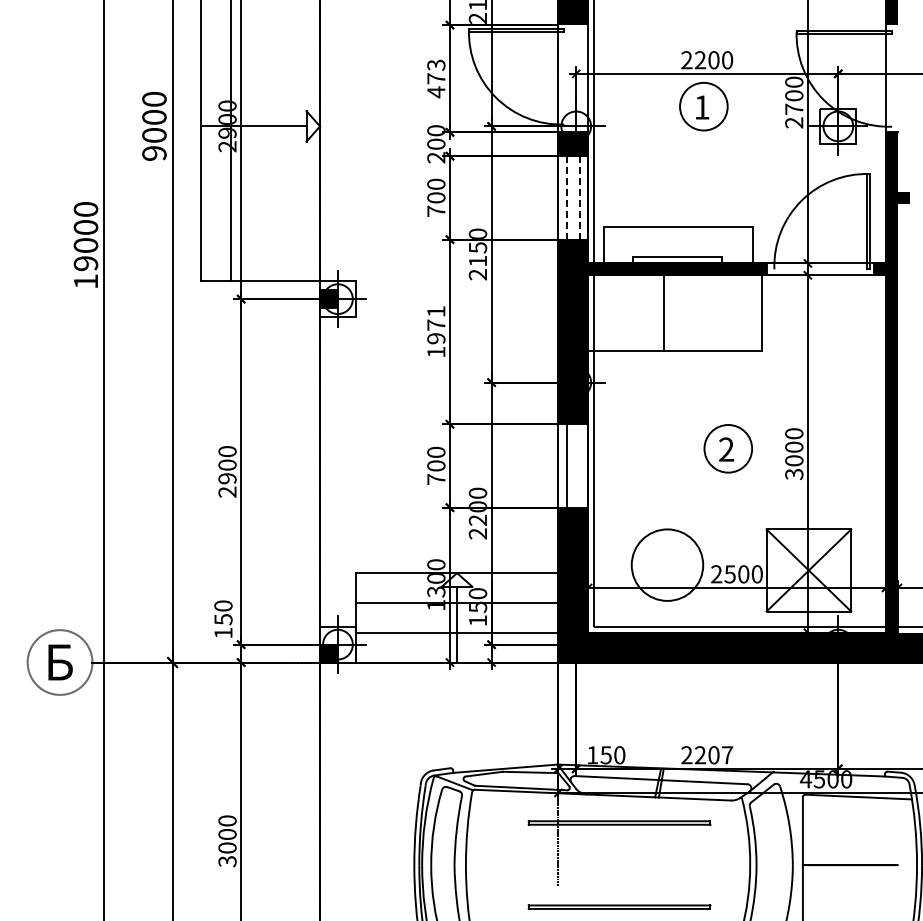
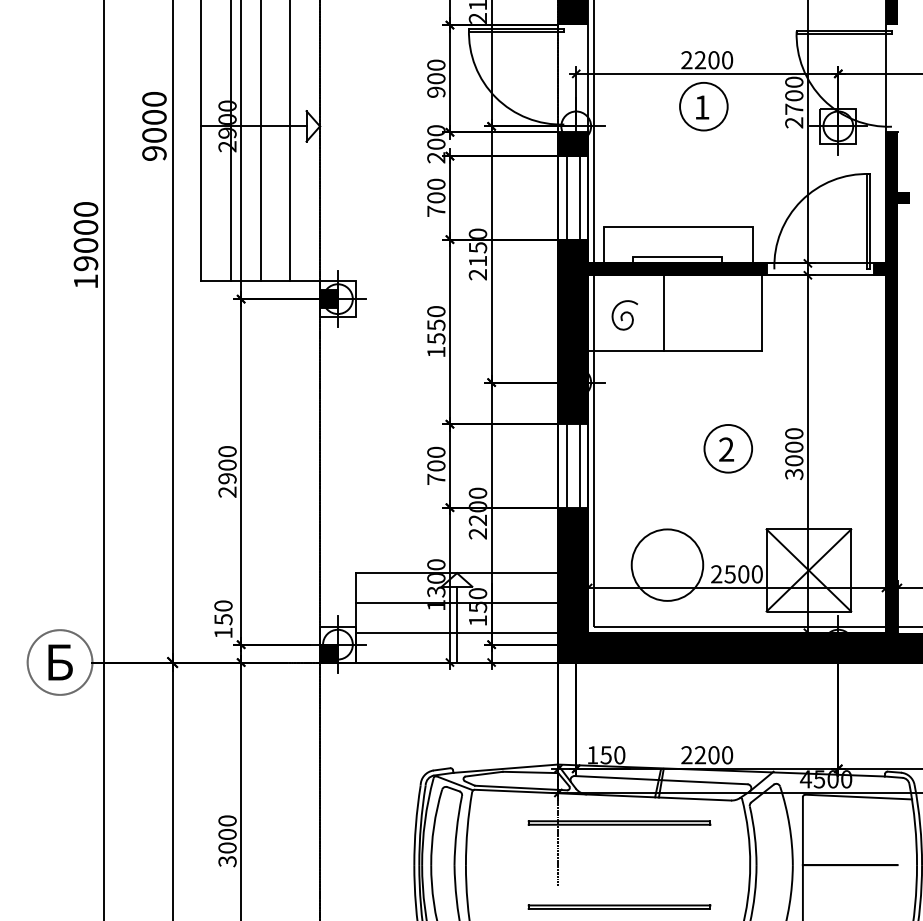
text at (436, 78): 473 -> 900
line at (260, 141): none -> present
line at (290, 141): none -> present
line at (566, 197): dashed -> solid
line at (579, 197): dashed -> solid
part at (624, 315): none -> present
text at (436, 325): 1971 -> 1550
line at (579, 465): none -> present
text at (727, 755): 2207 -> 2200
